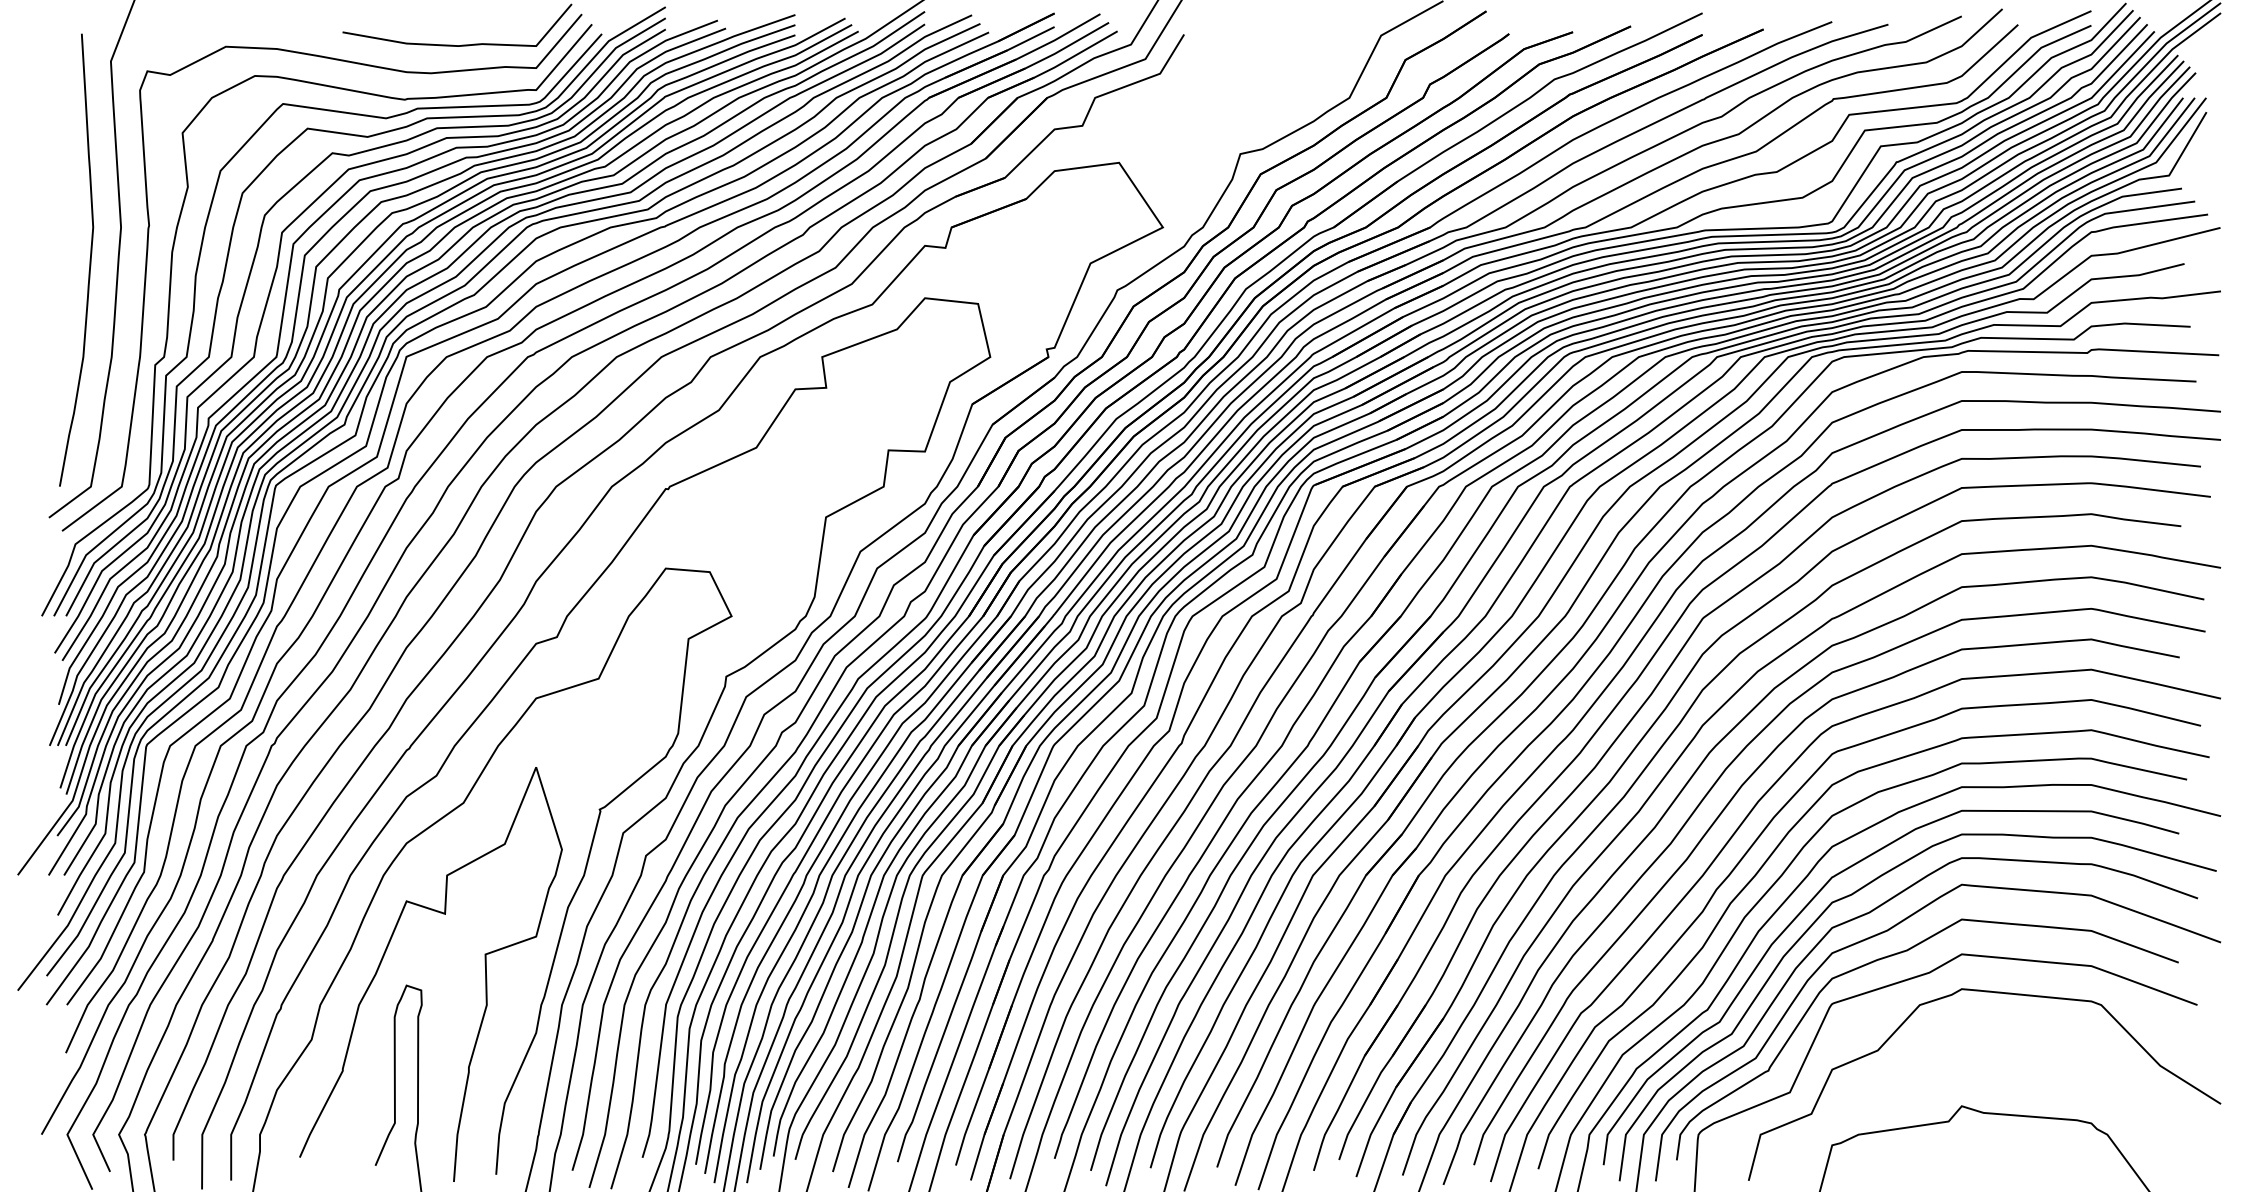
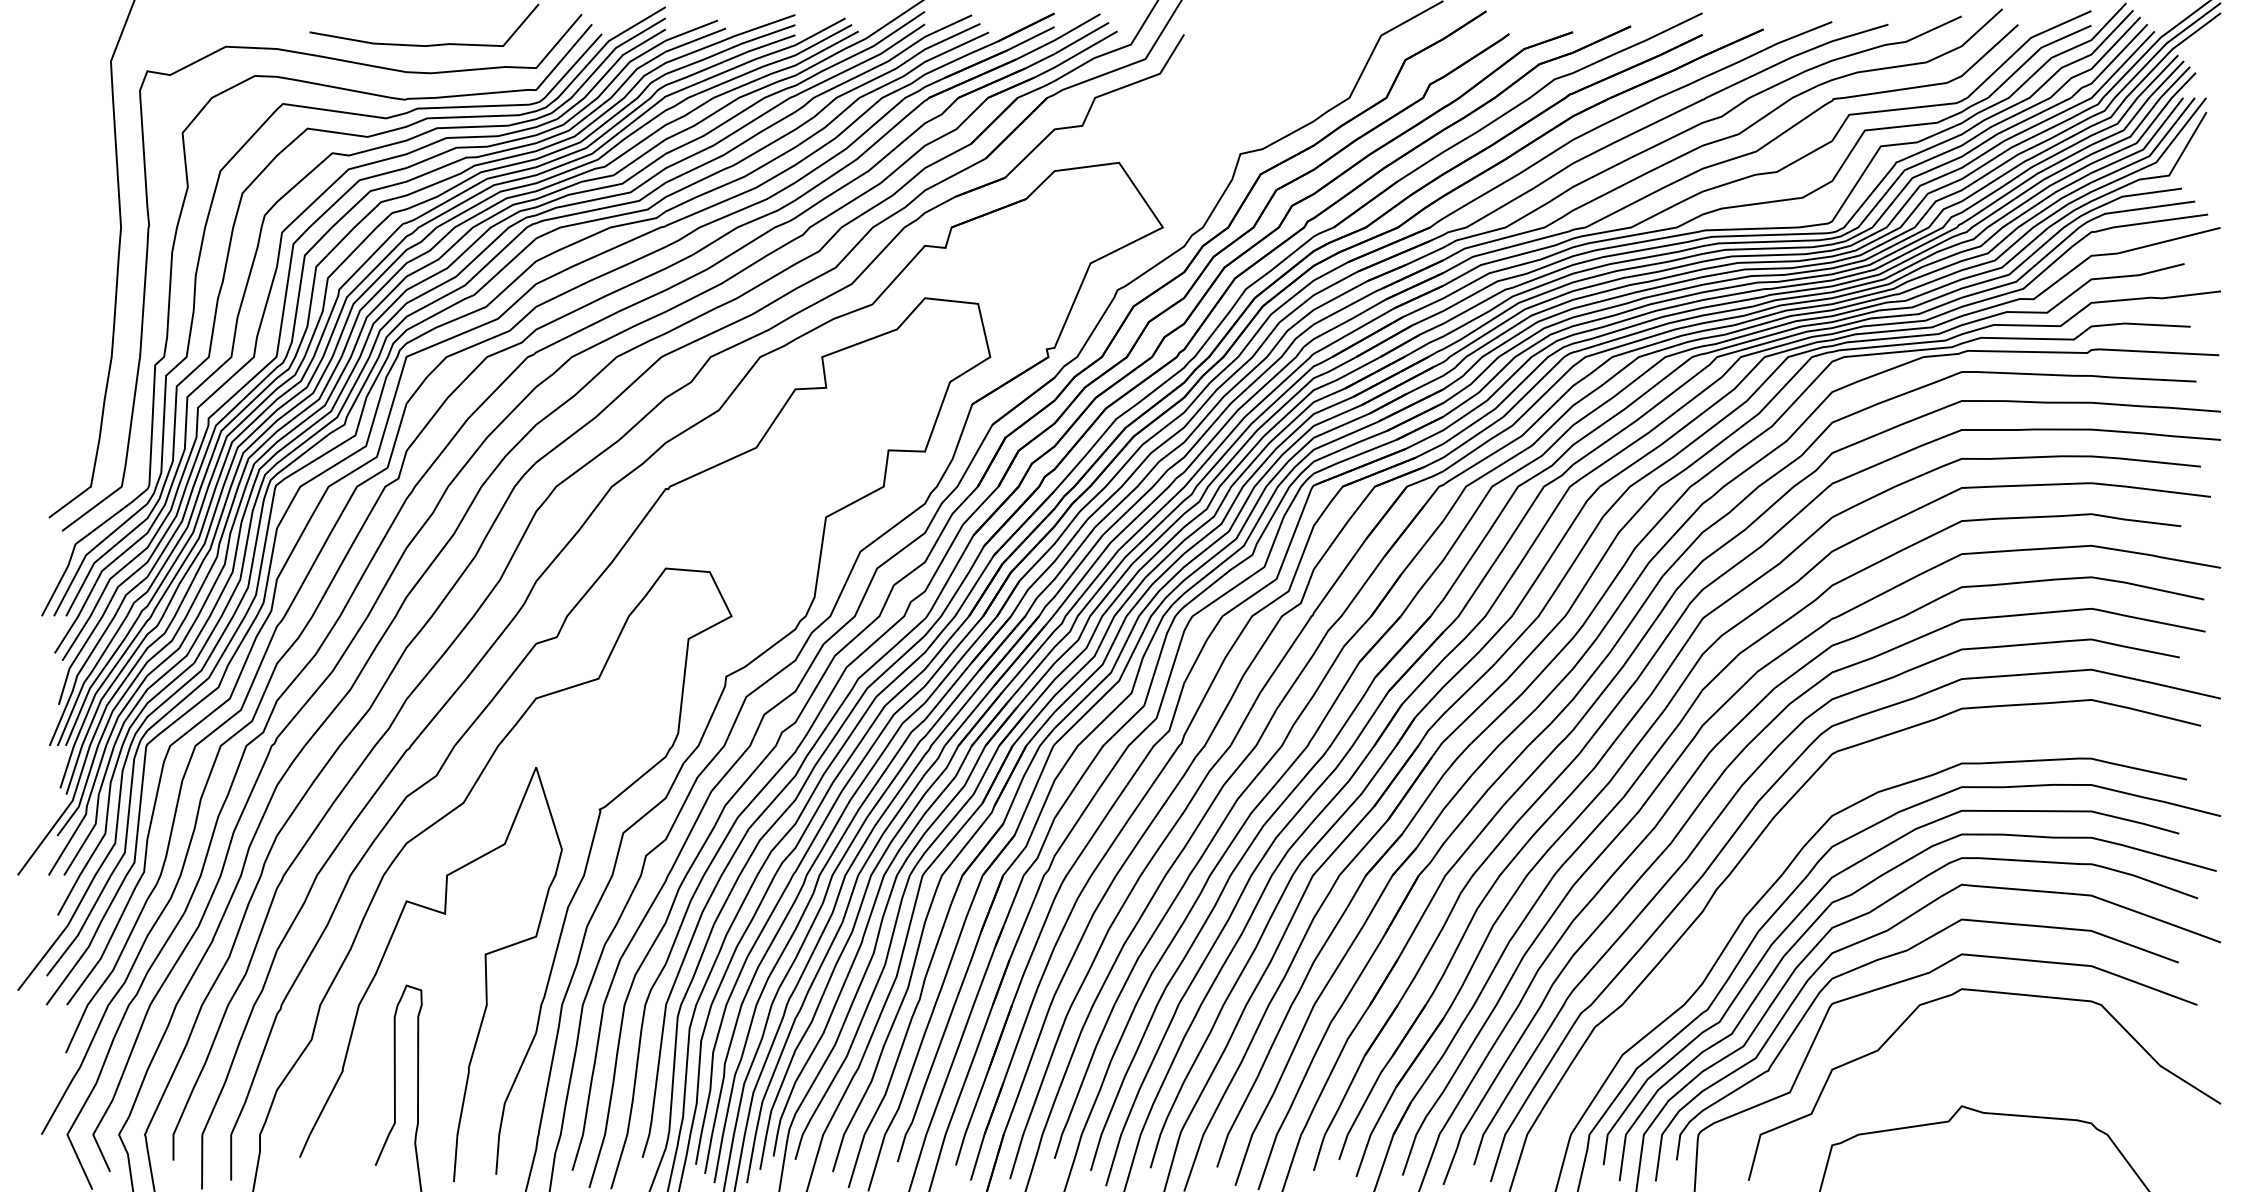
curve at (452, 44) position: (452, 44) -> (419, 44)
curve at (89, 259): present -> none
curve at (1764, 865): present -> none
